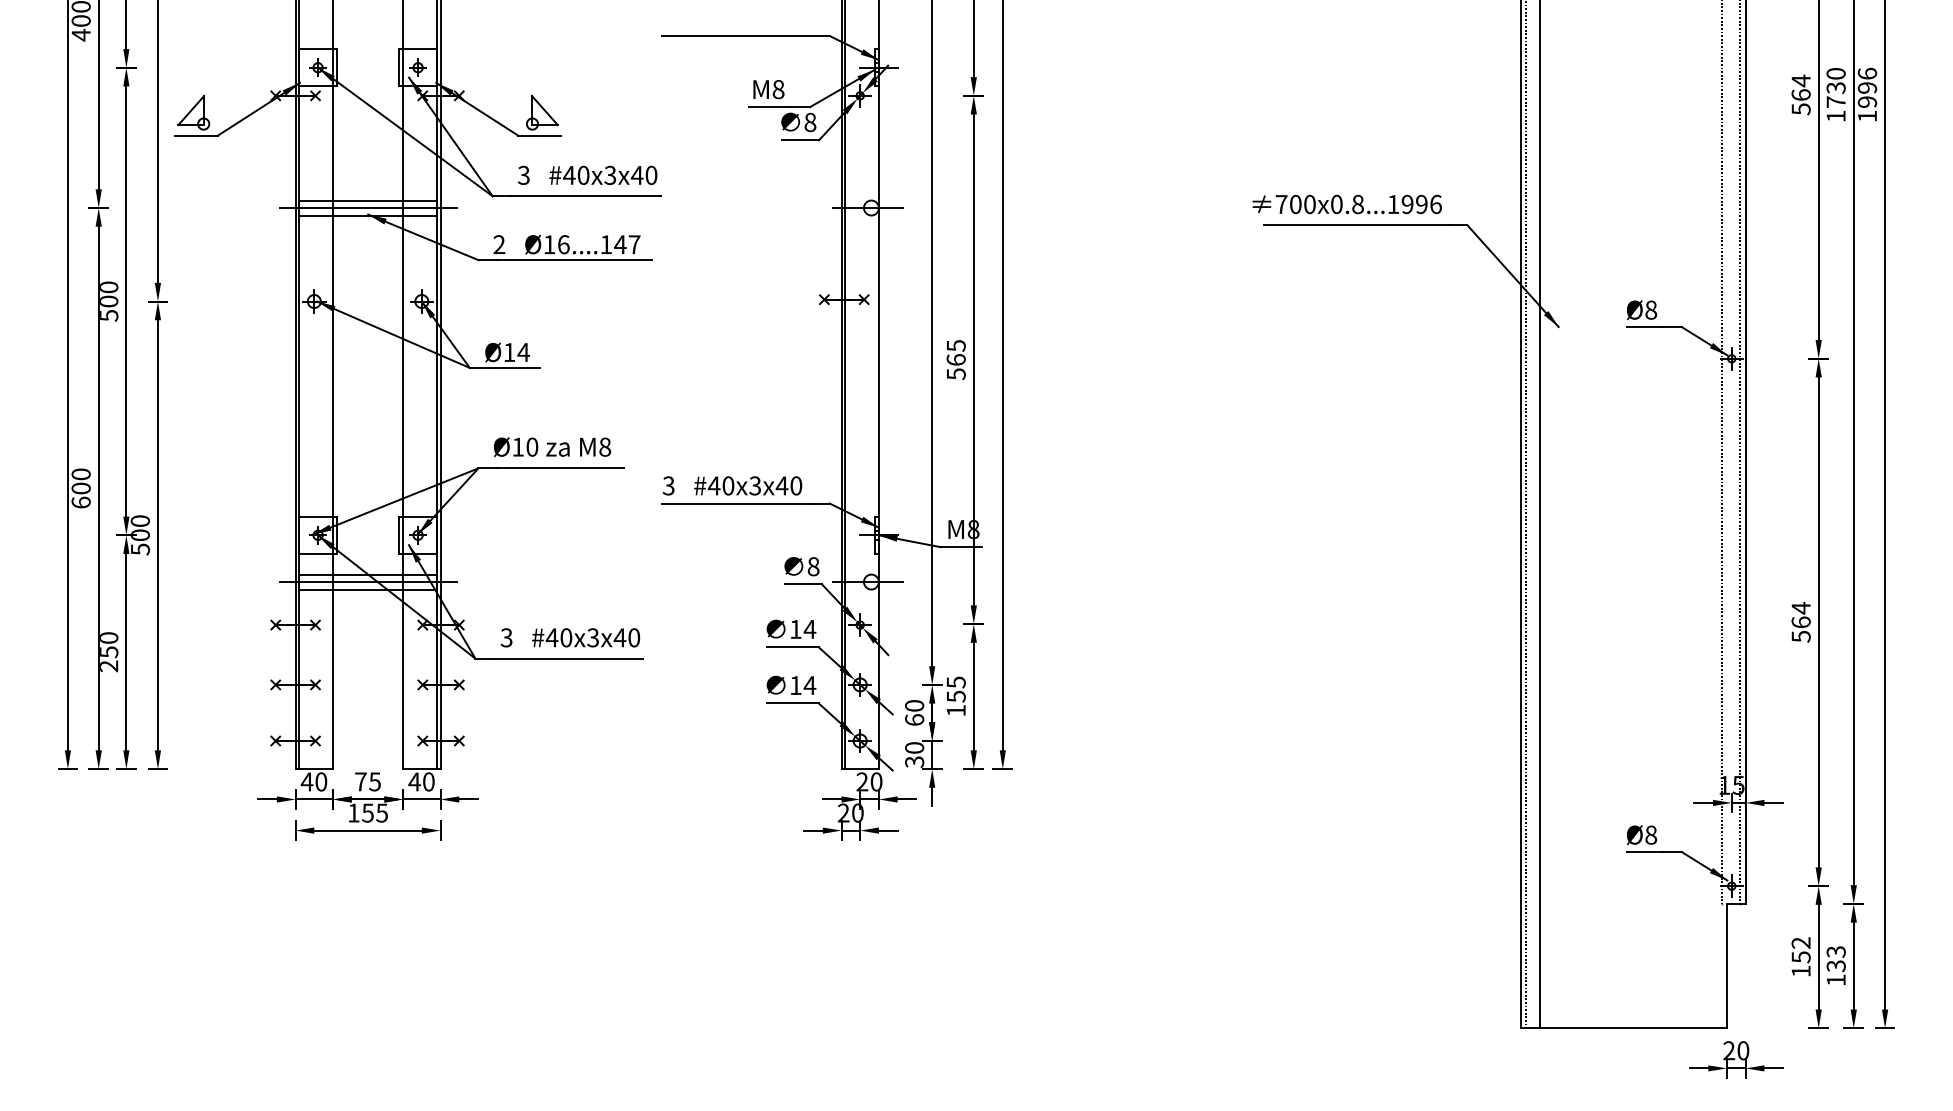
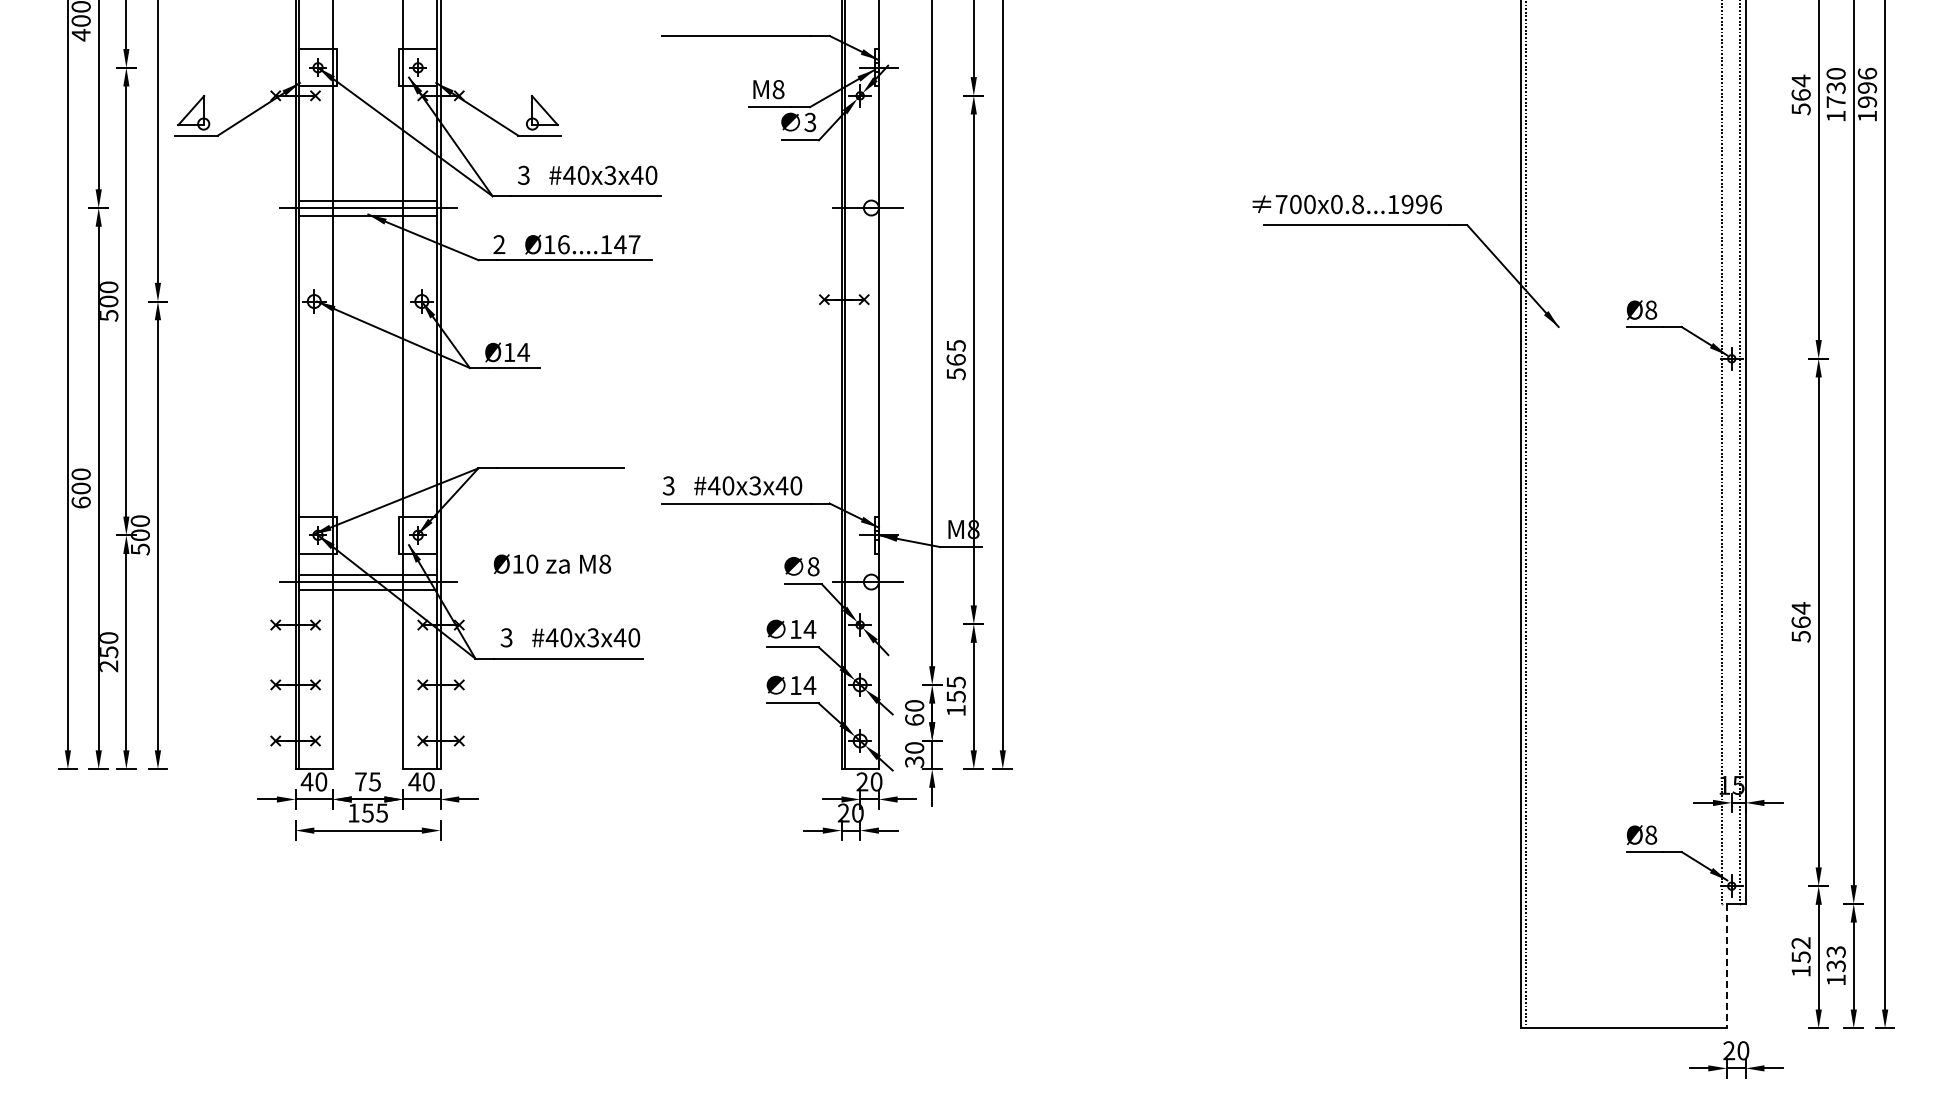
text at (810, 121): 8 -> 3
text at (552, 446) position: (552, 446) -> (552, 563)
line at (1540, 515): present -> none
line at (1727, 966): solid -> dashed
